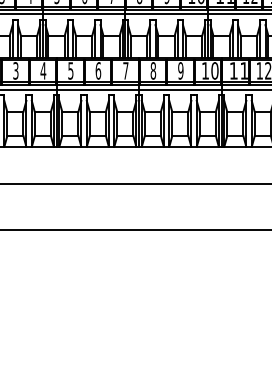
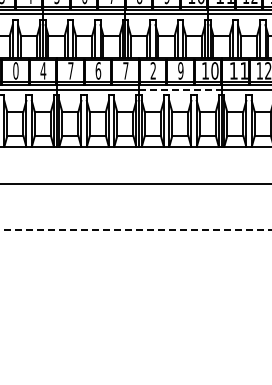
text at (15, 70): 3 -> 0
text at (70, 70): 5 -> 7
text at (153, 70): 8 -> 2
line at (180, 90): solid -> dashed
line at (135, 229): solid -> dashed
